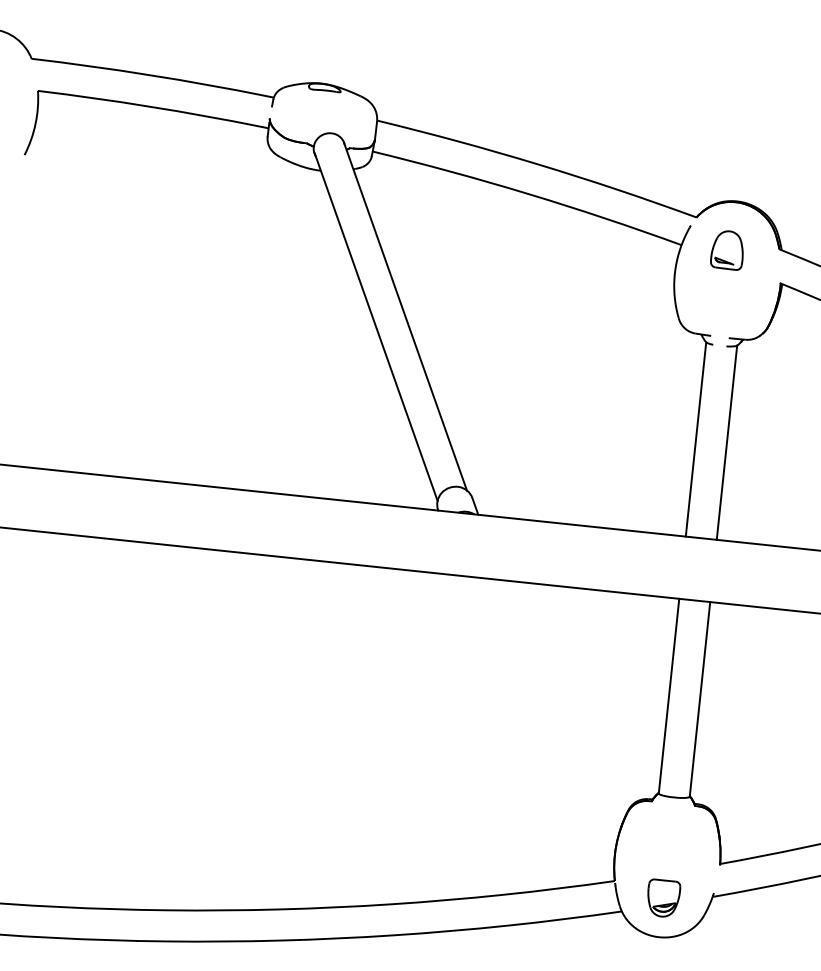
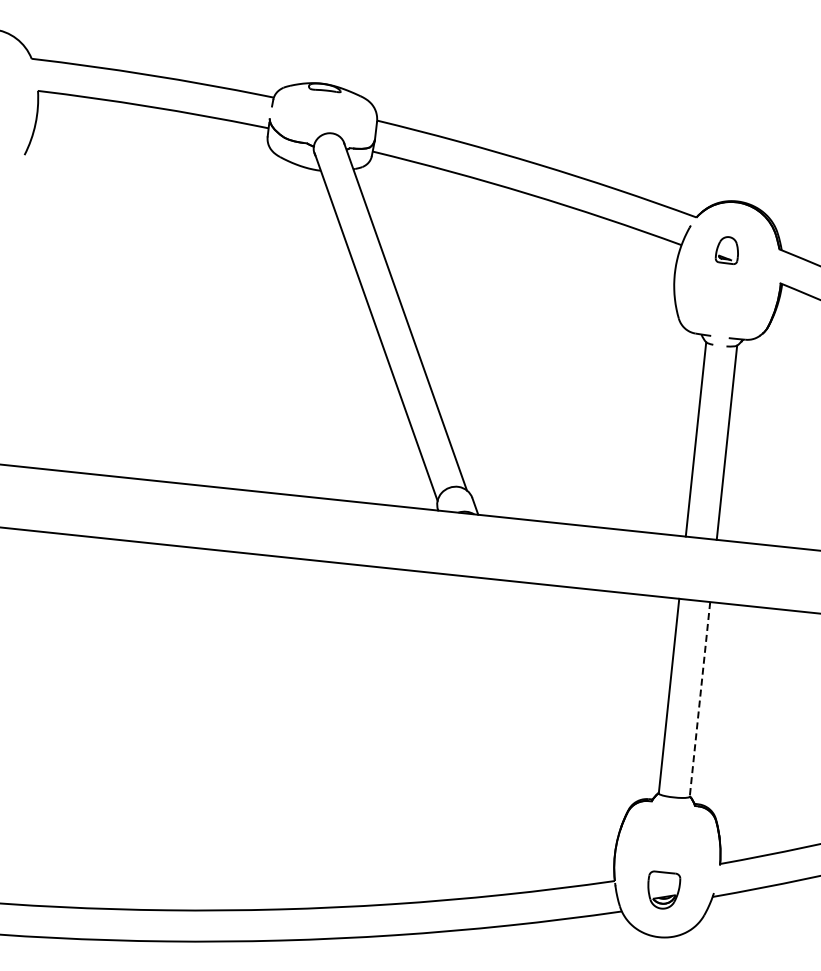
part at (726, 250) size: 34x41 px -> 25x29 px
line at (699, 699): solid -> dashed
part at (664, 897) position: (664, 897) -> (664, 889)
